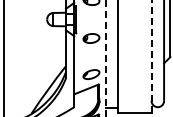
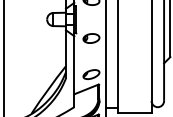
line at (151, 56): dashed -> solid
line at (105, 59): dashed -> solid
